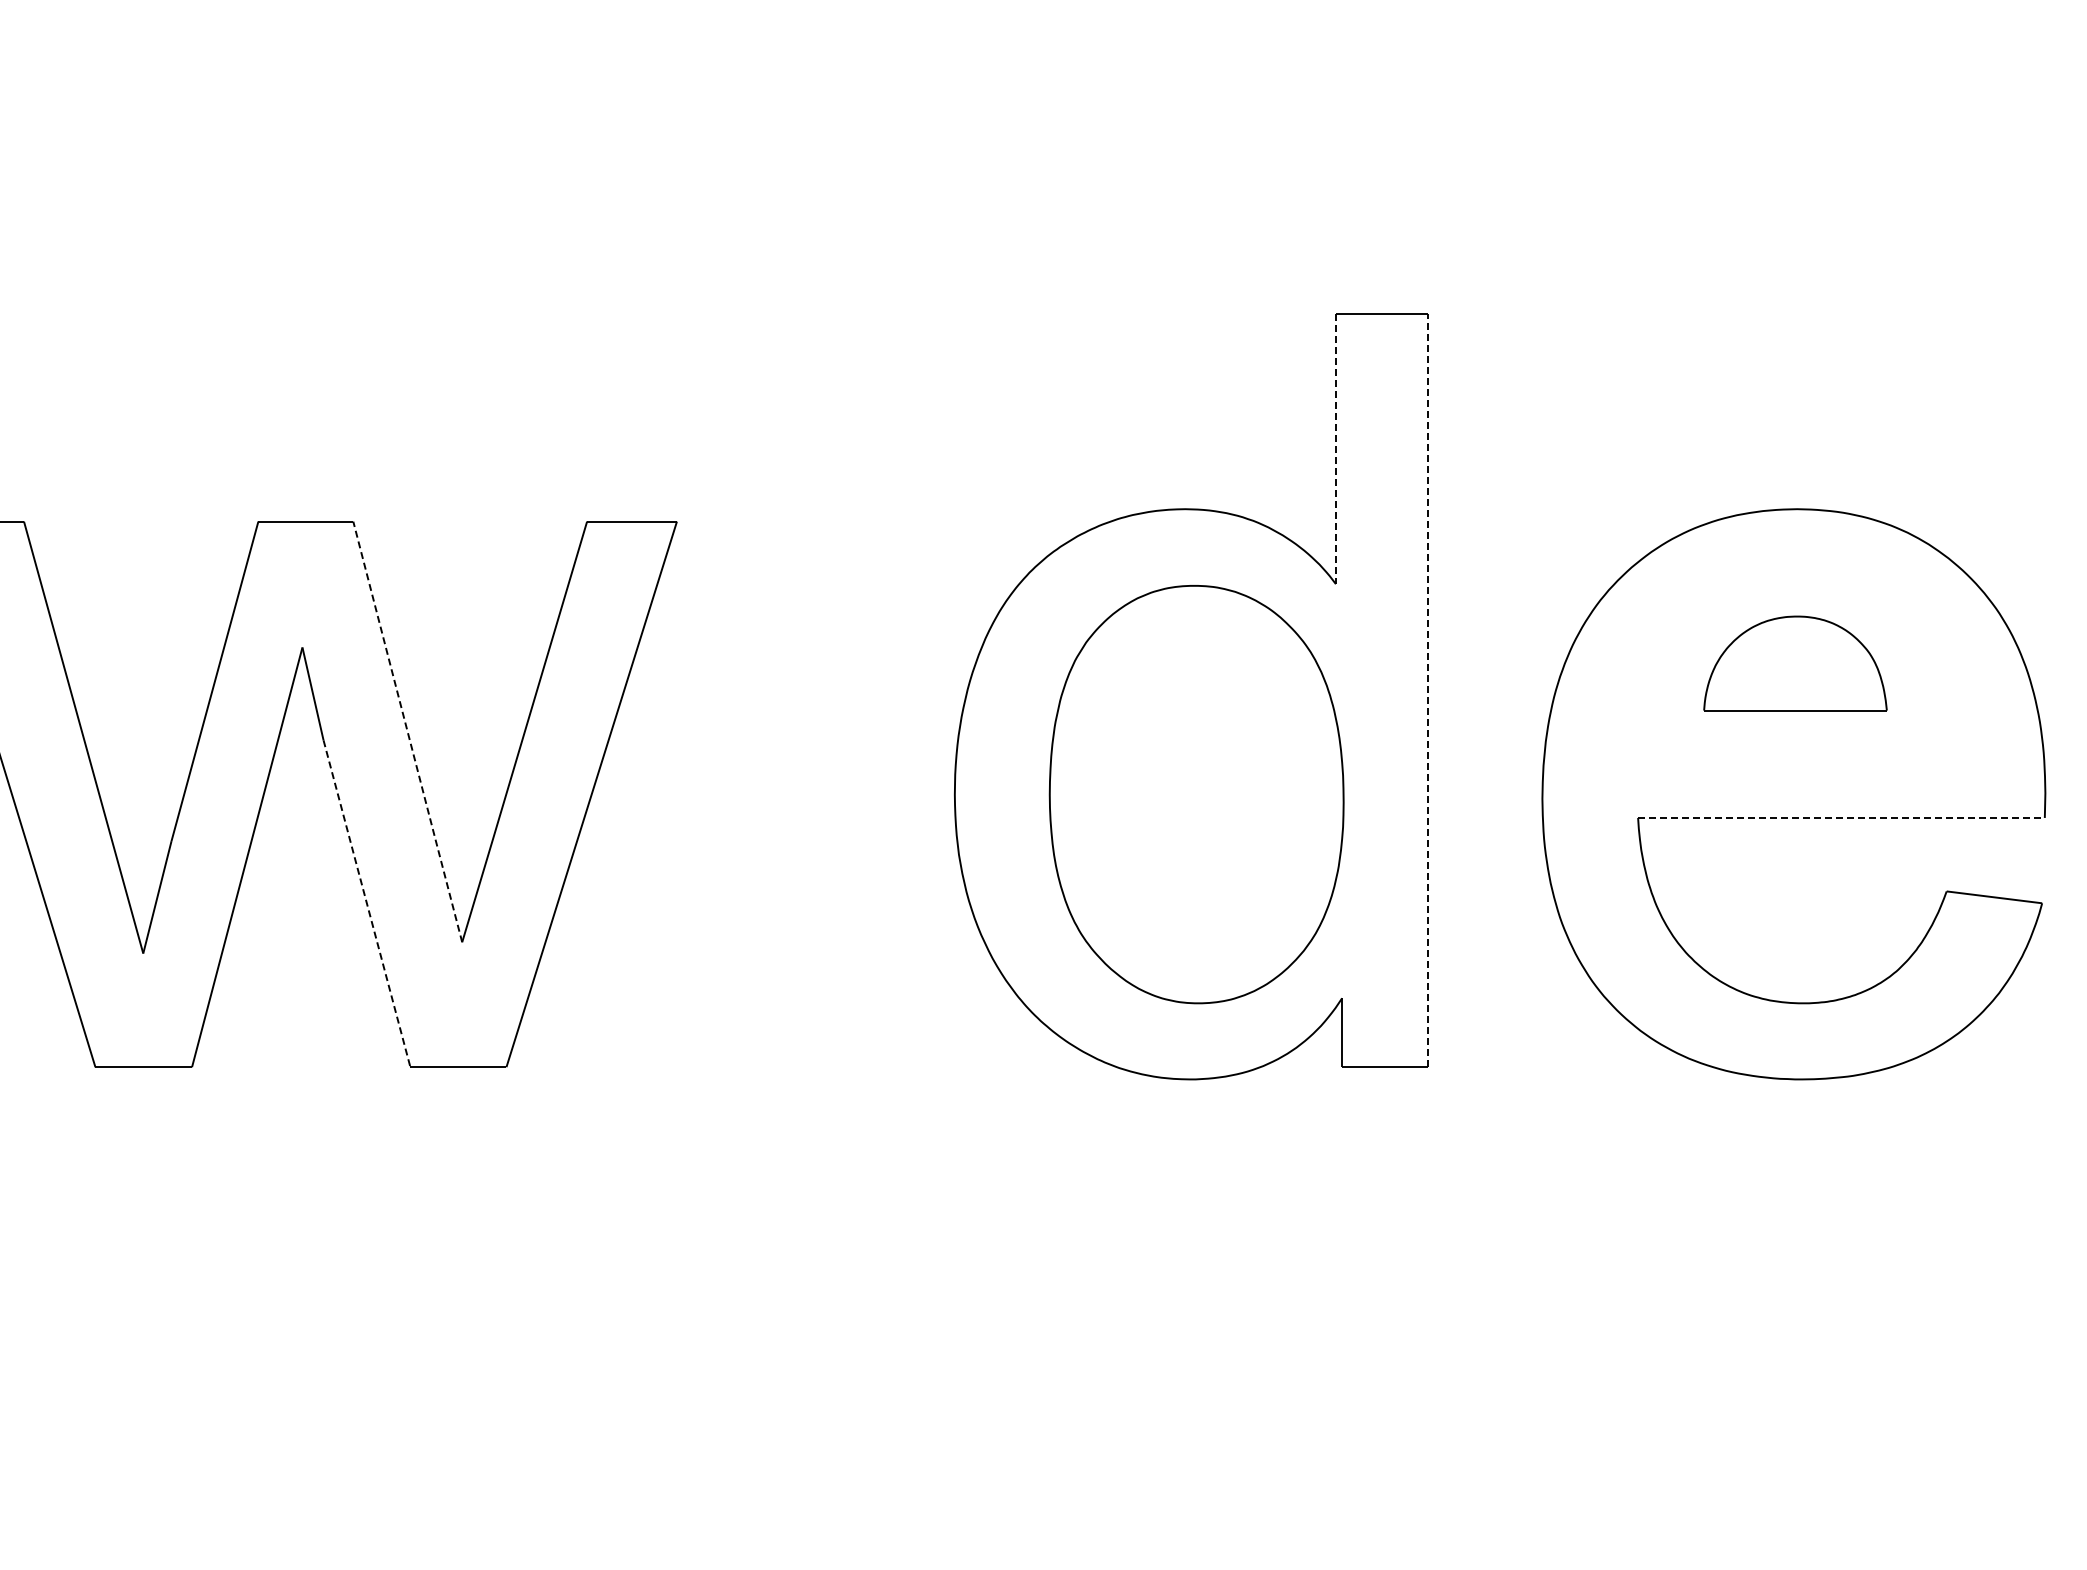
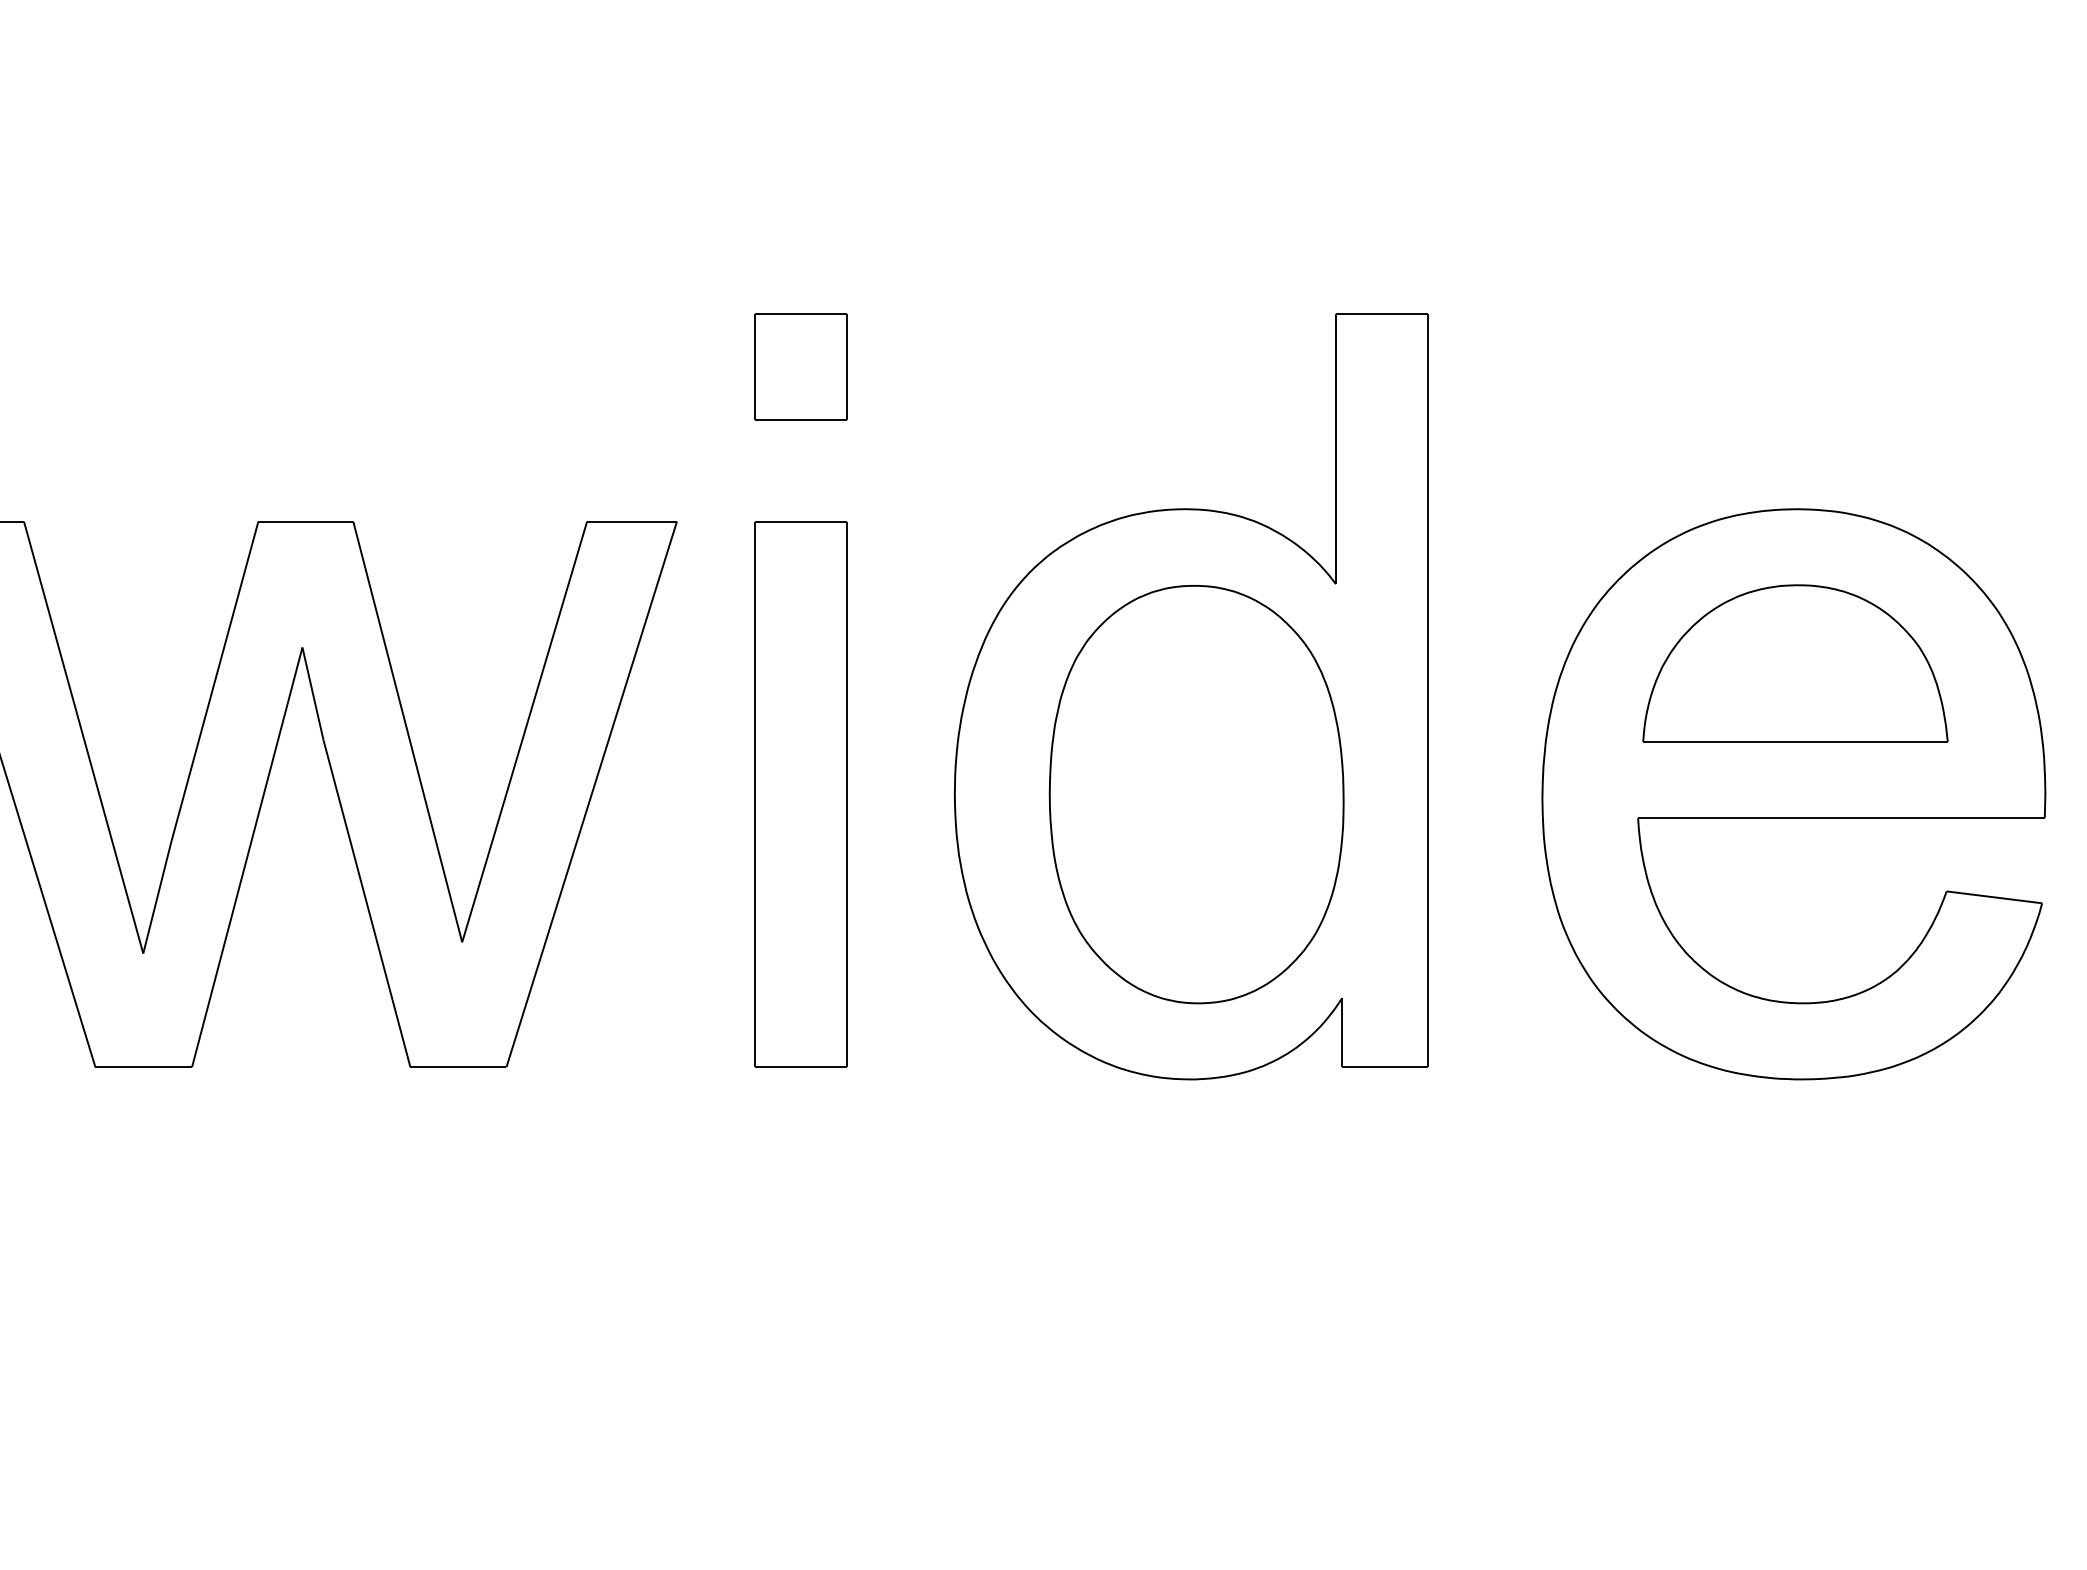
part at (800, 366): none -> present
line at (1335, 449): dashed -> solid
part at (1795, 663) size: 185x97 px -> 307x159 px
line at (1427, 690): dashed -> solid
line at (407, 732): dashed -> solid
part at (800, 794): none -> present
line at (1841, 817): dashed -> solid
line at (367, 904): dashed -> solid
